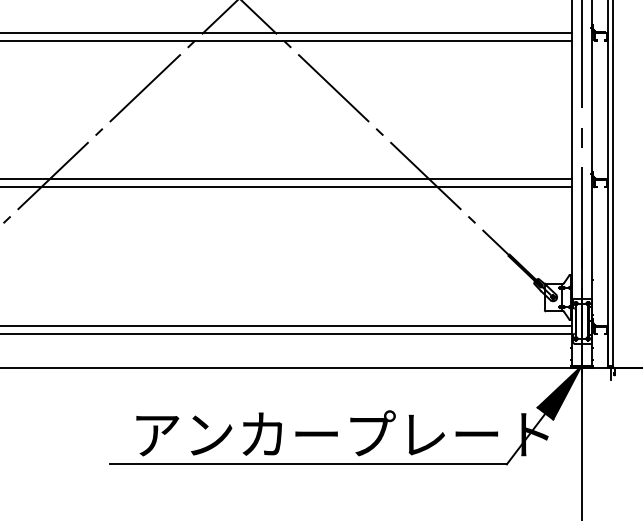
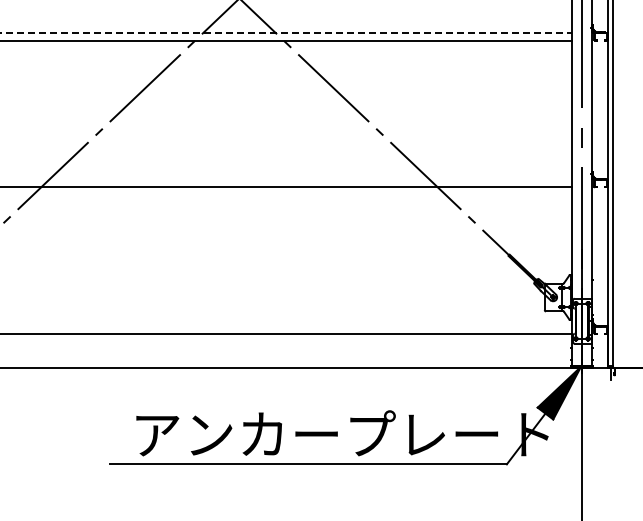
line at (285, 32): solid -> dashed
line at (286, 179): present -> none
line at (286, 326): present -> none
